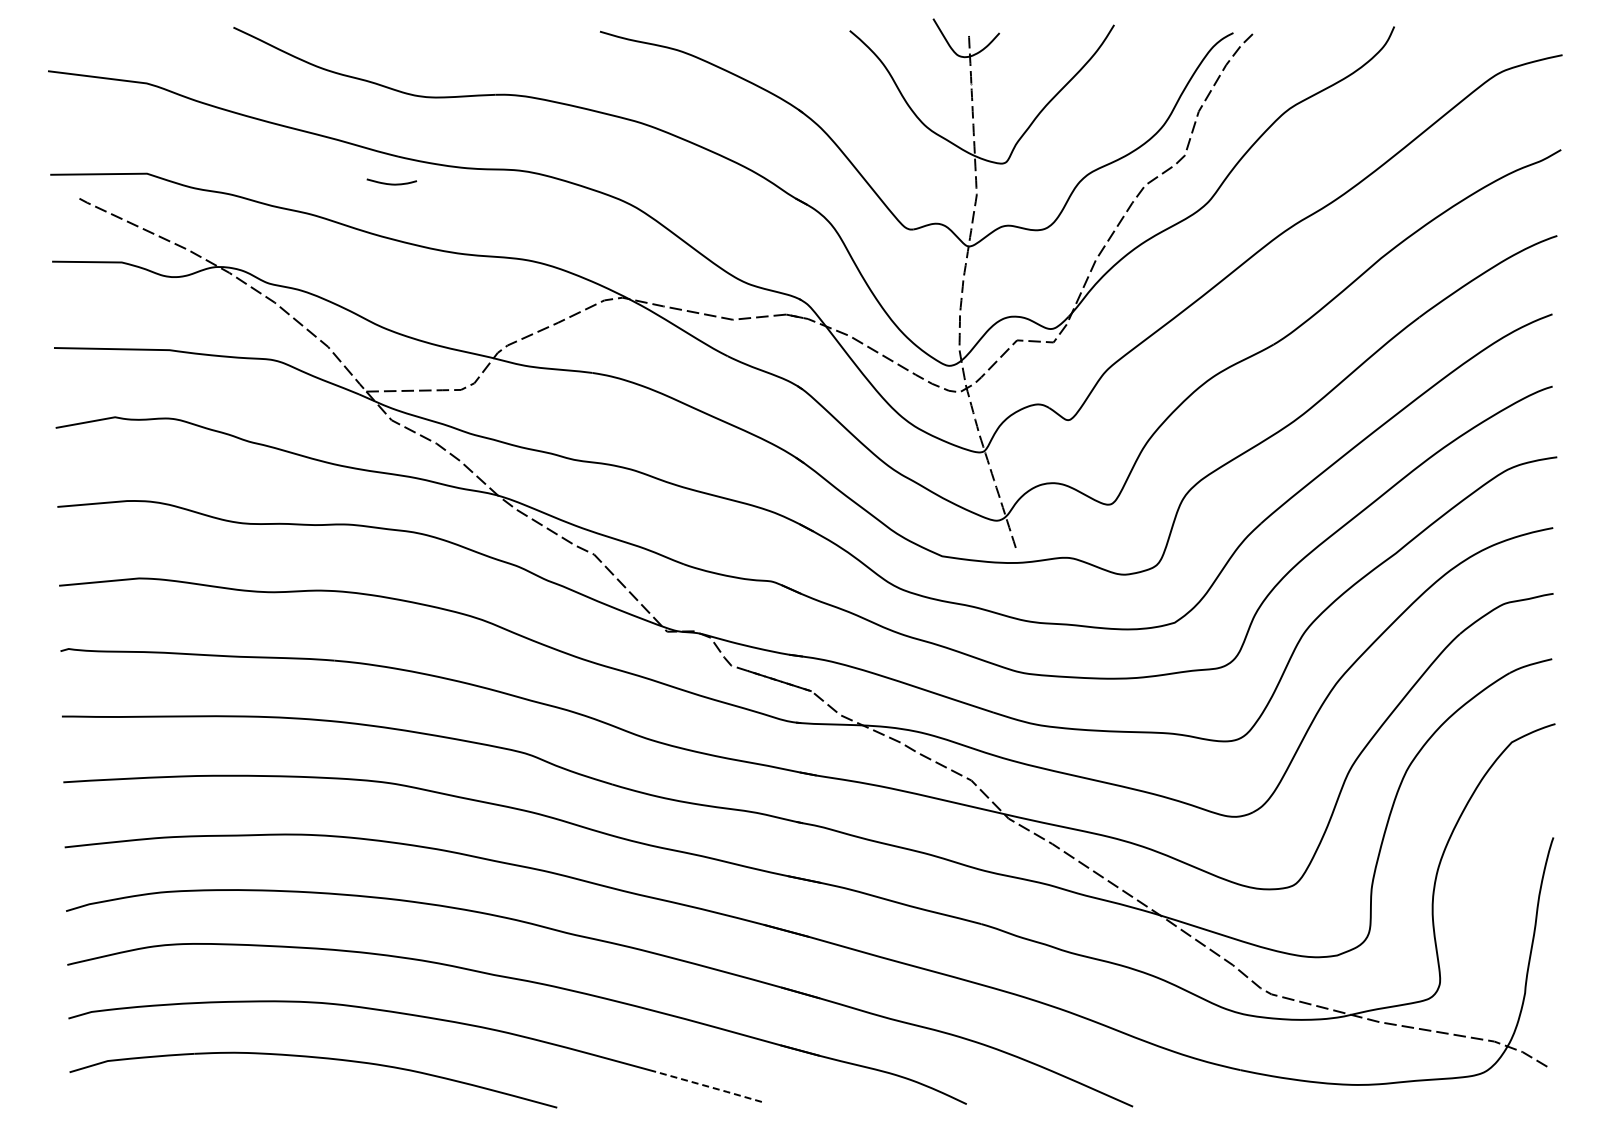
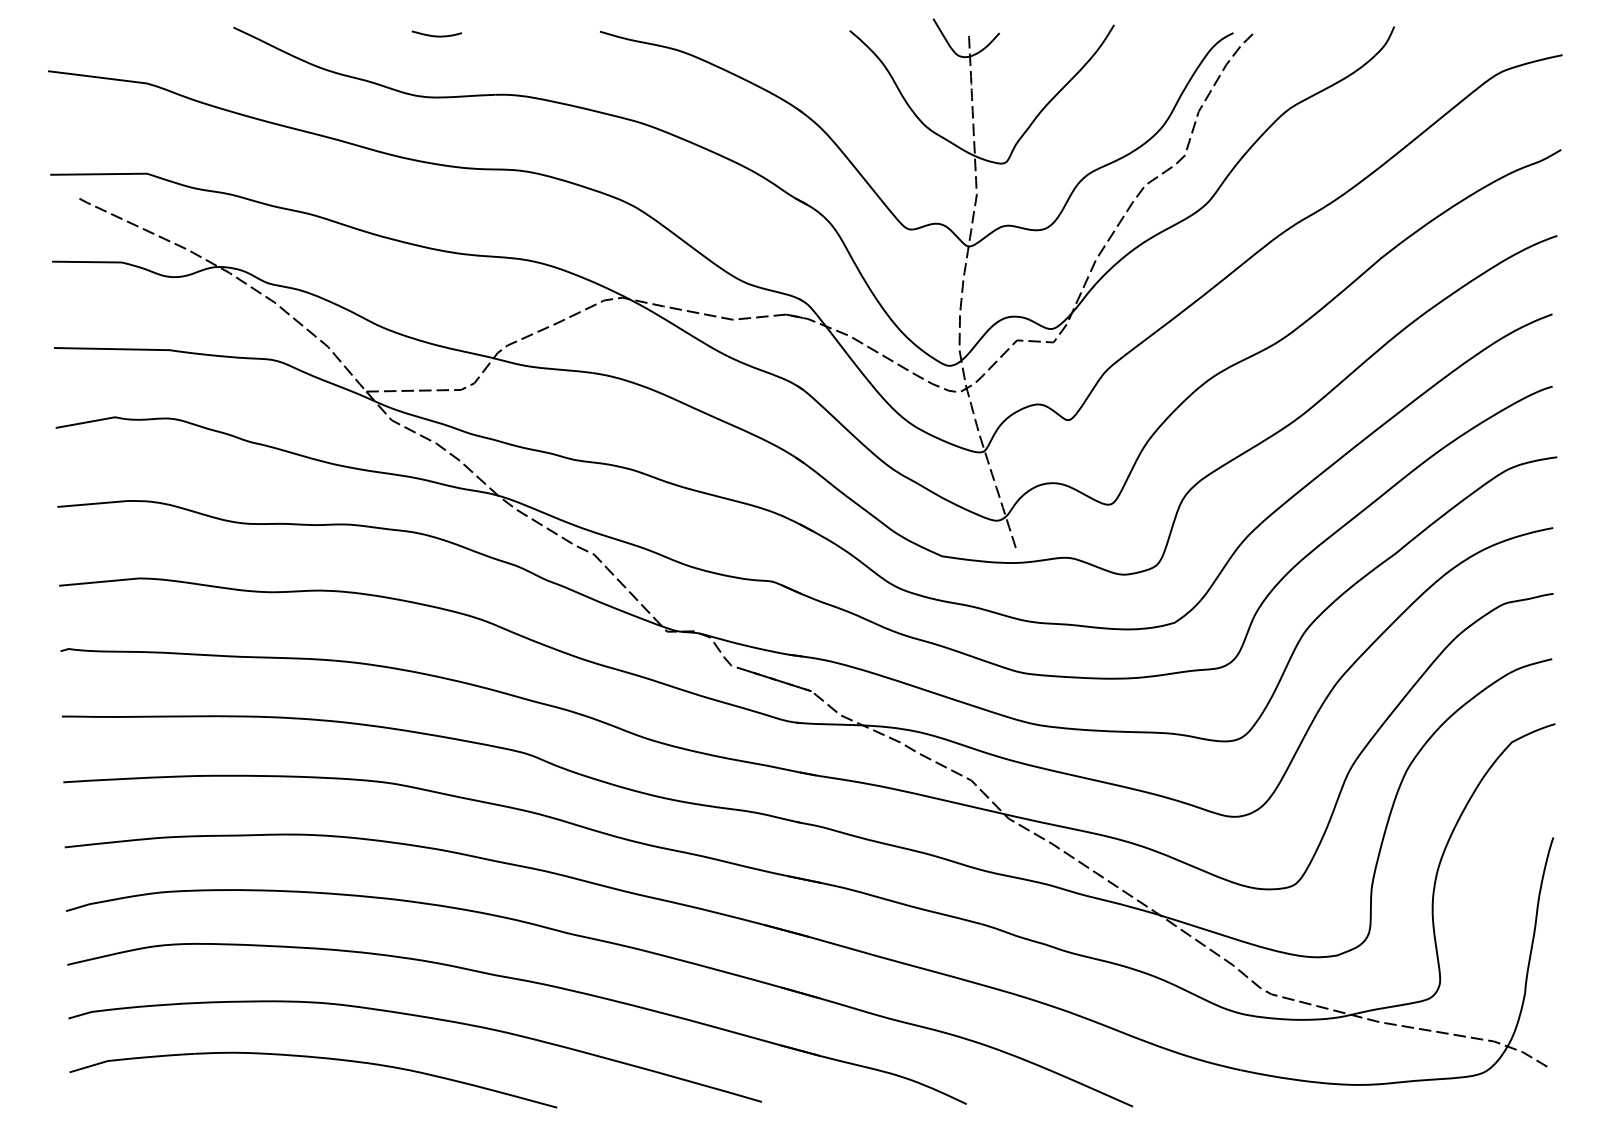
curve at (391, 183) position: (391, 183) -> (436, 35)
line at (709, 1087): dashed -> solid
